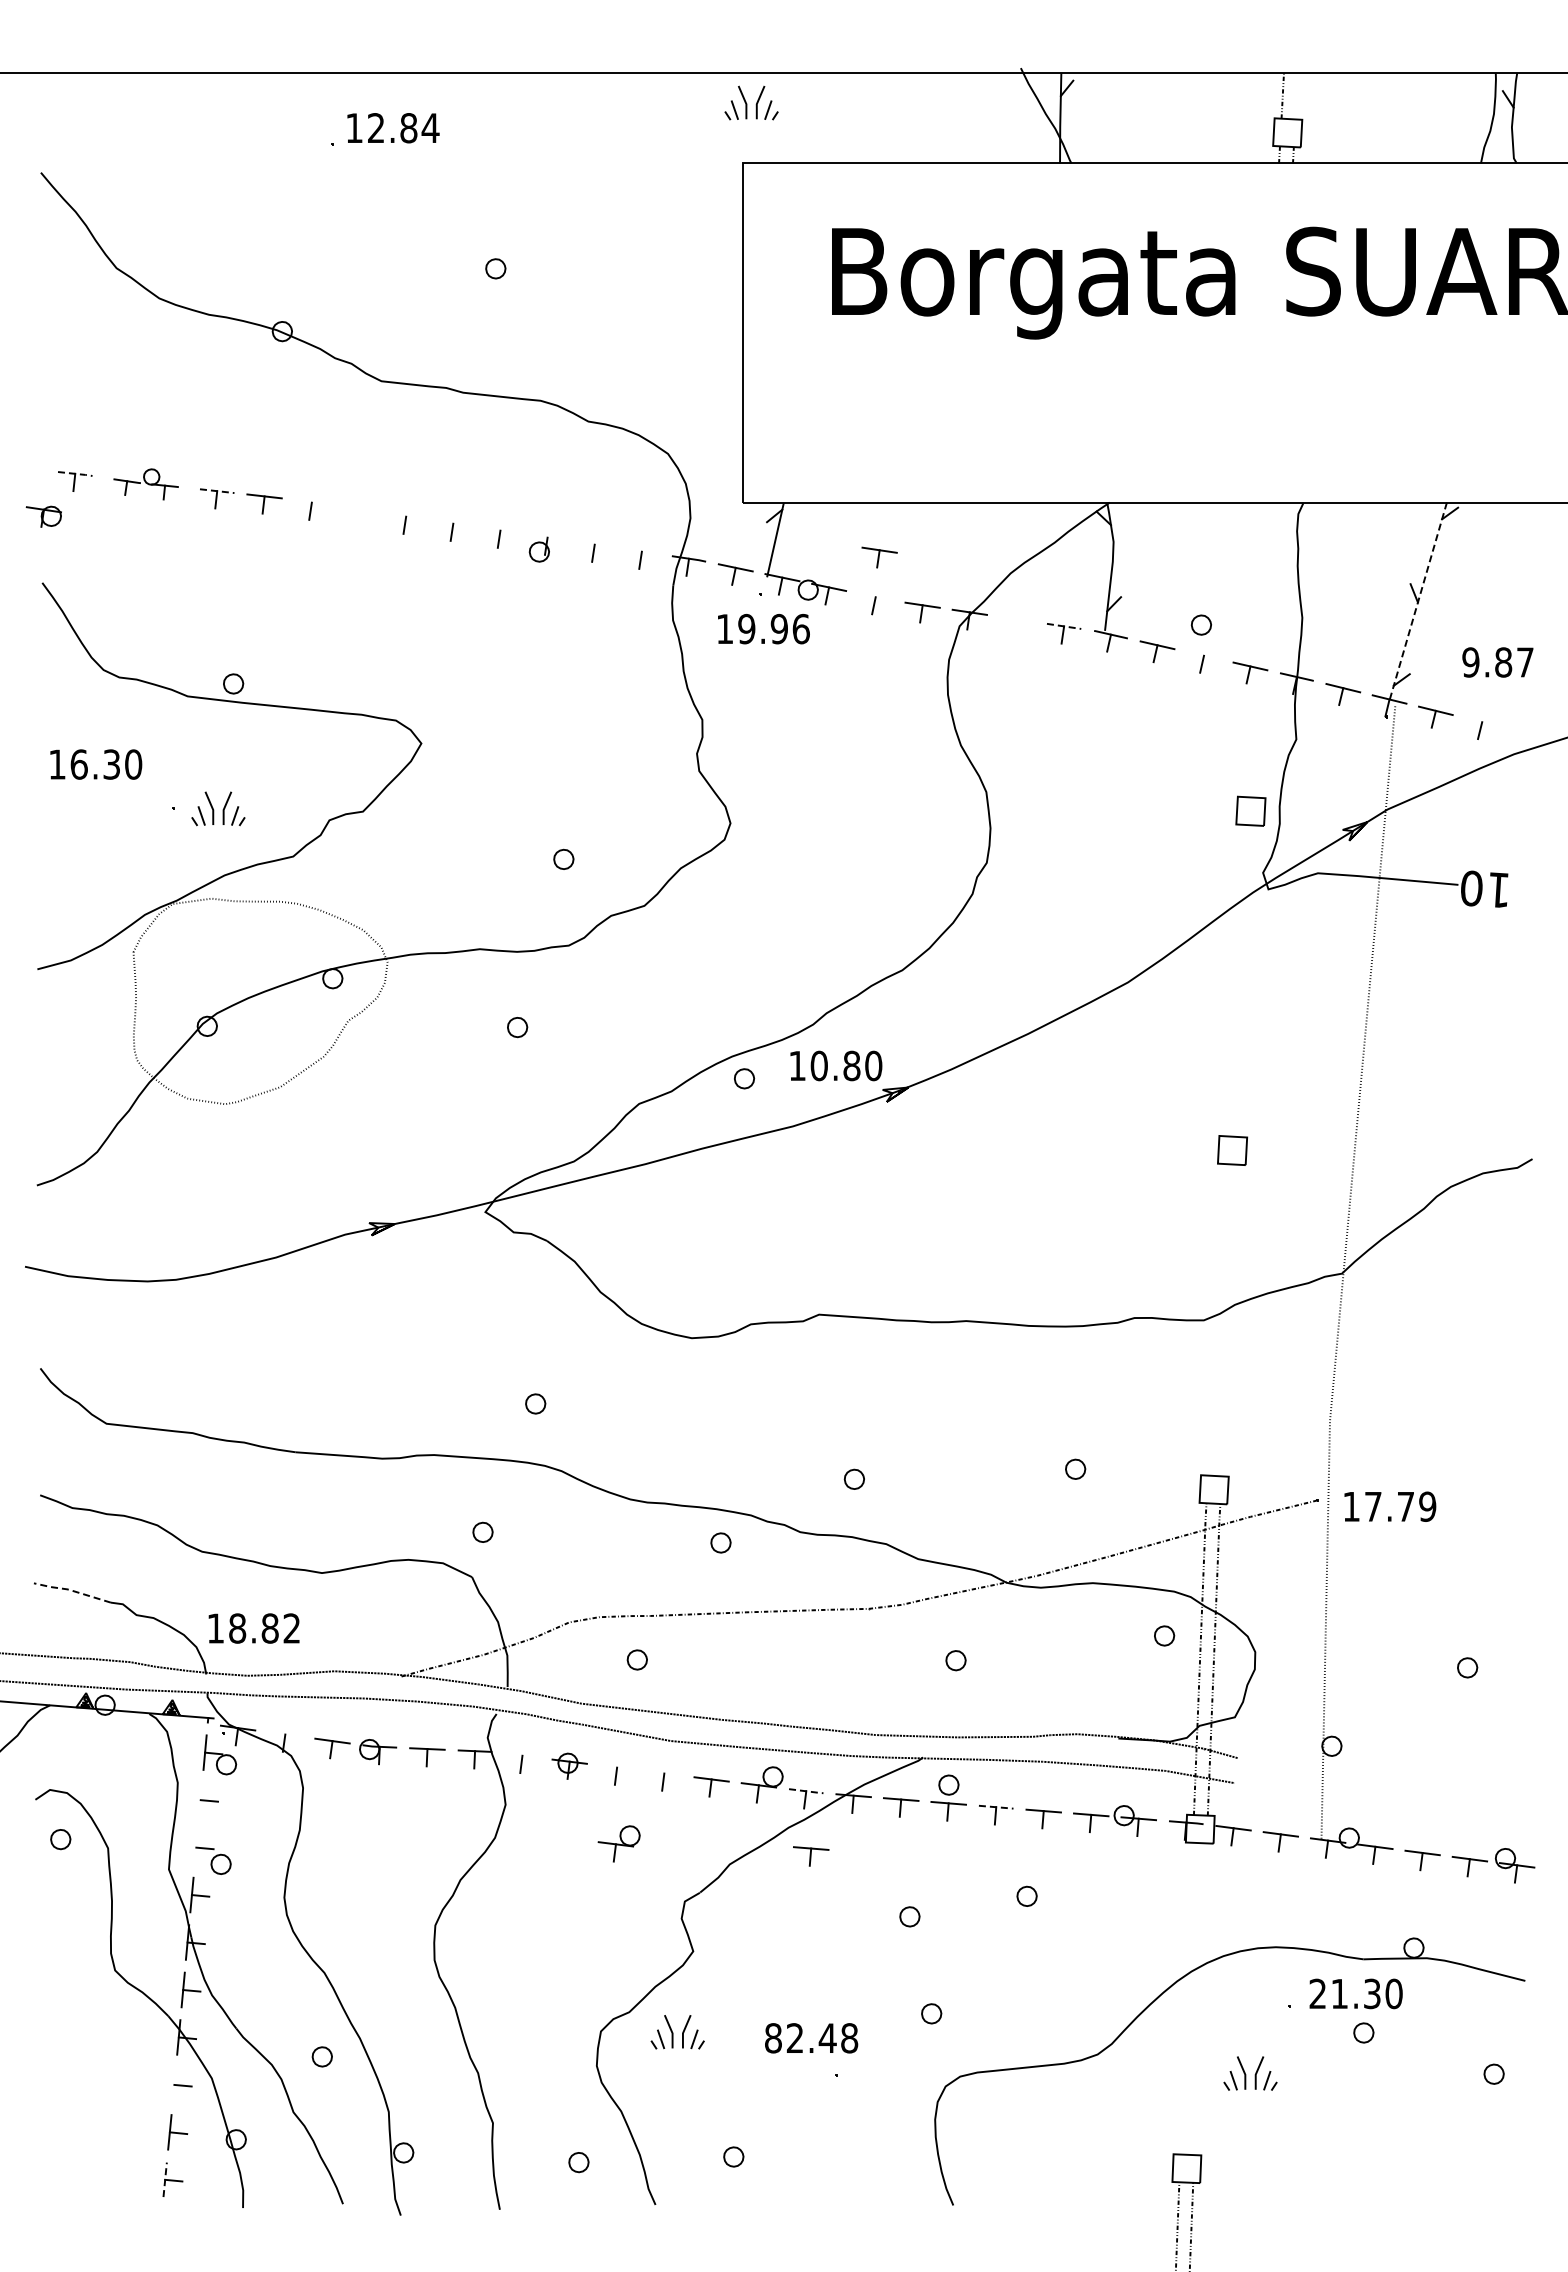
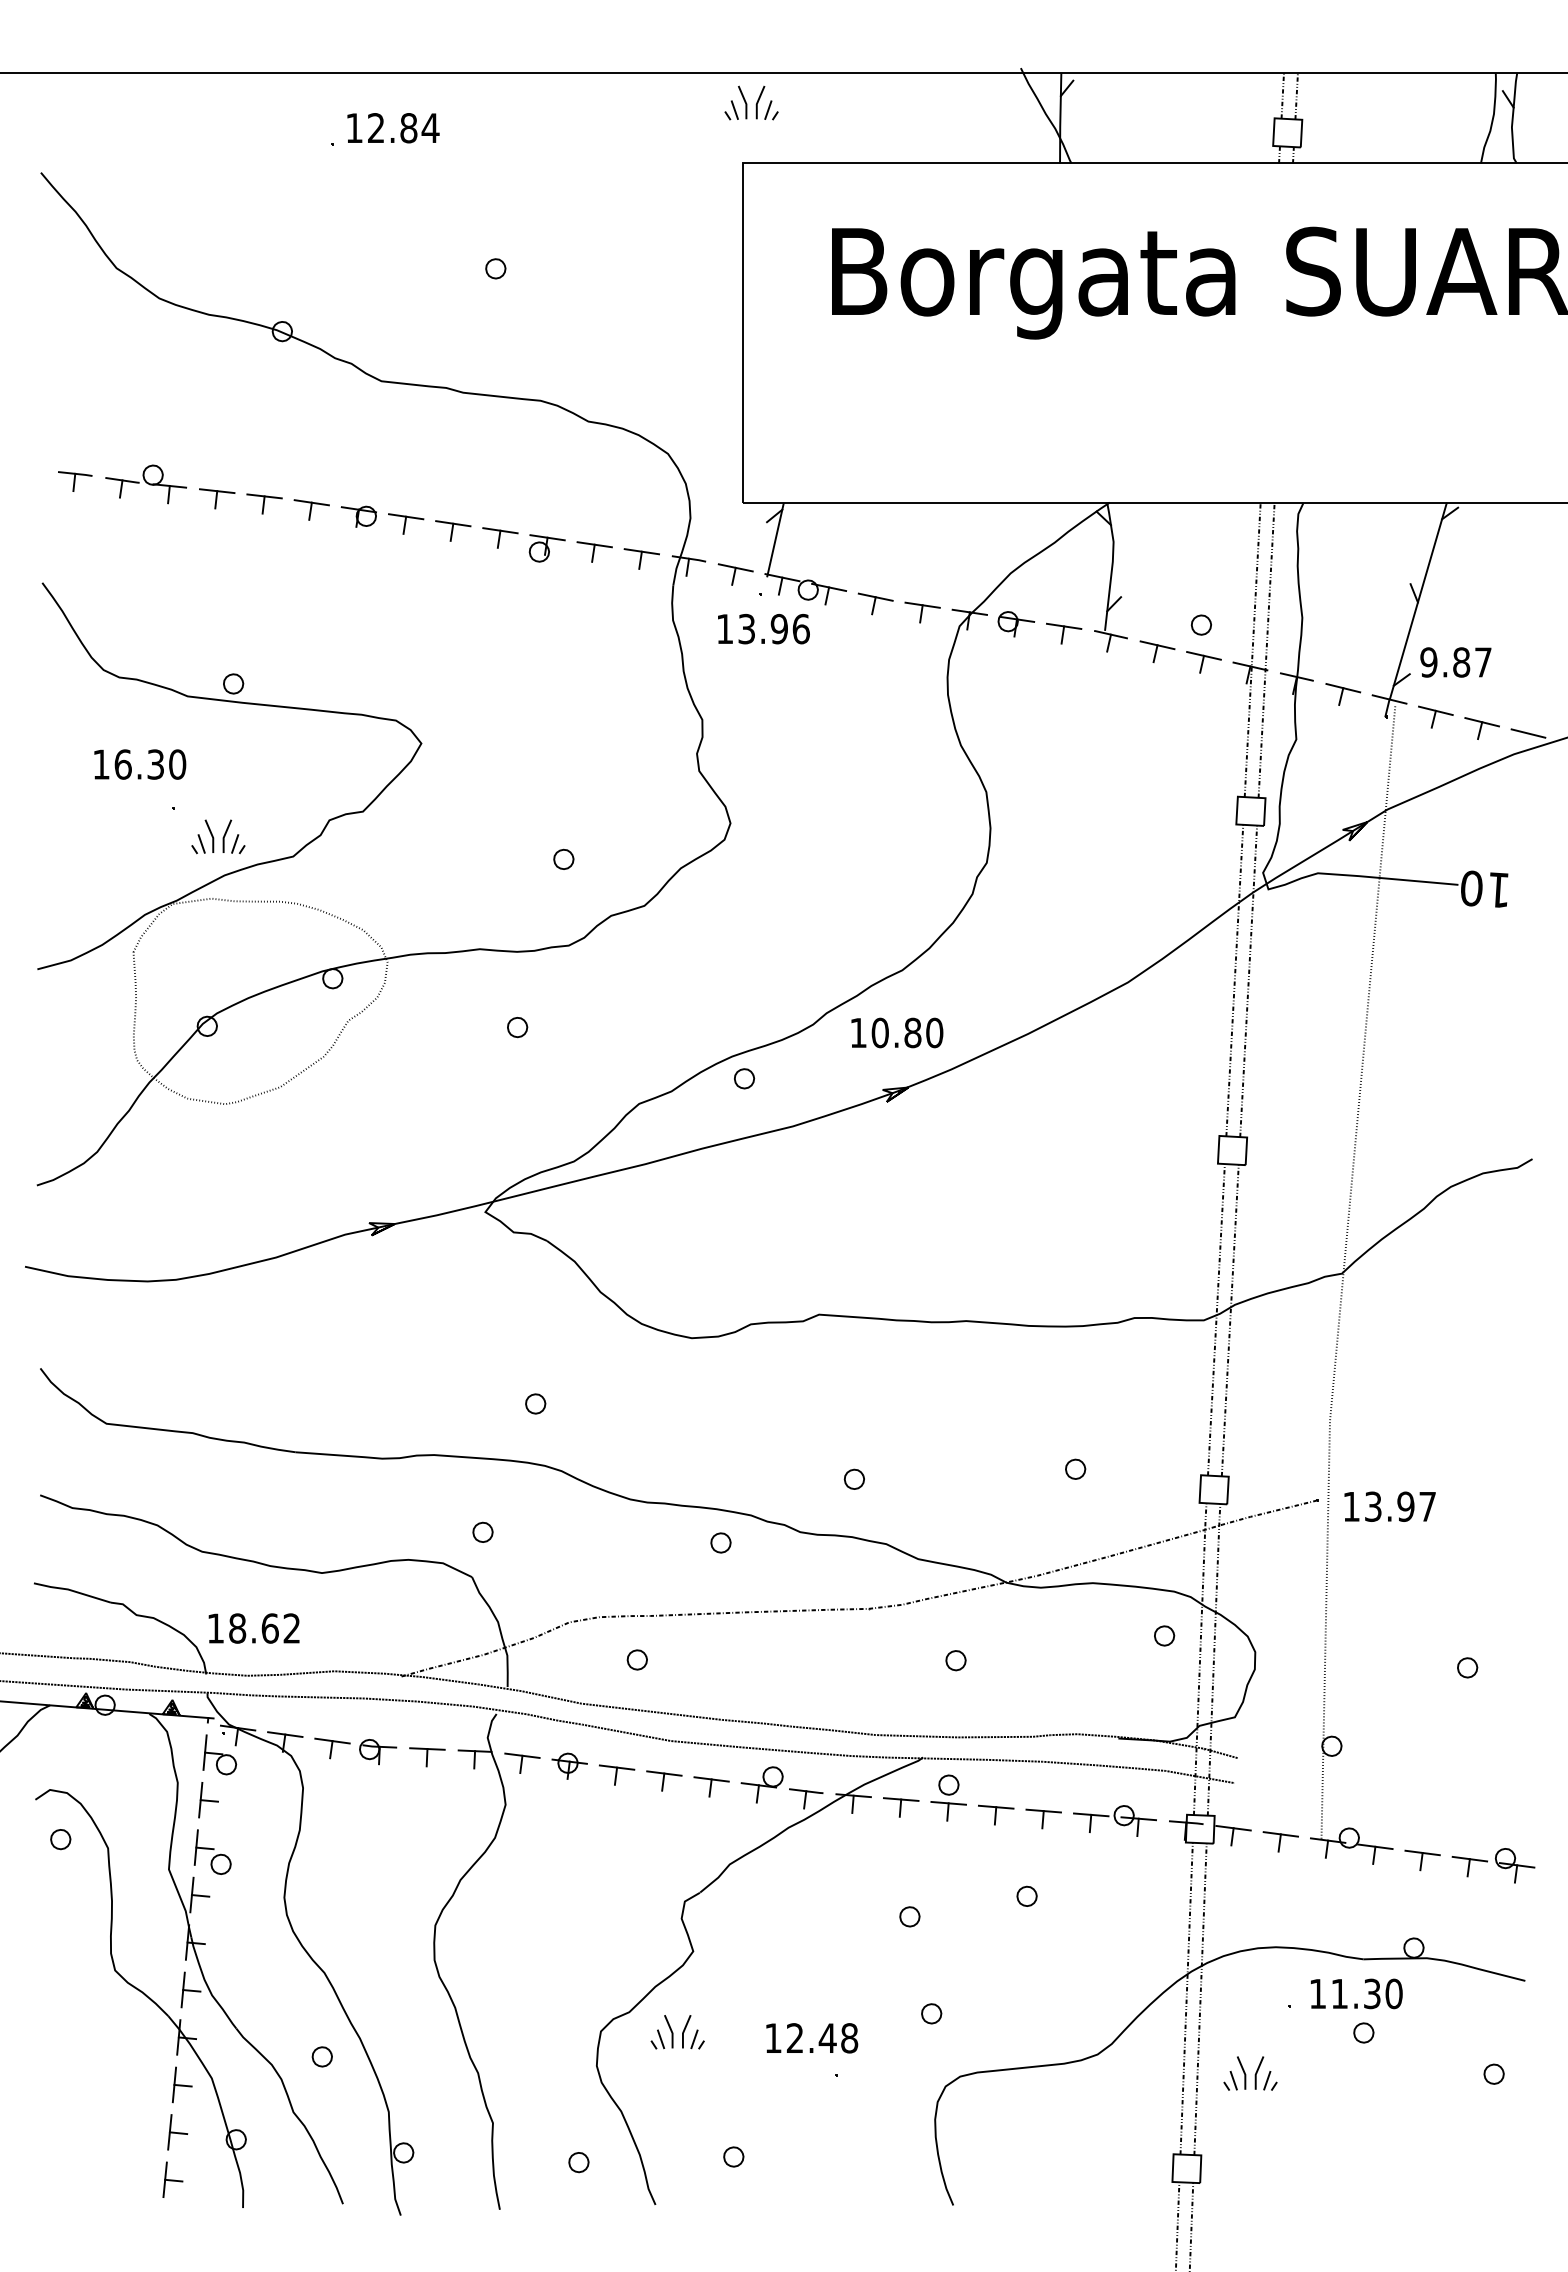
line at (1296, 96): none -> present
line at (75, 473): dashed -> solid
part at (145, 484) size: 66x33 px -> 82x41 px
line at (217, 491): dashed -> solid
line at (311, 502): none -> present
part at (43, 516) position: (43, 516) -> (358, 516)
line at (406, 516): none -> present
line at (453, 523): none -> present
line at (500, 530): none -> present
line at (547, 537): none -> present
line at (594, 544): none -> present
line at (641, 551): none -> present
part at (879, 557): present -> none
line at (875, 596): none -> present
line at (1418, 601): dashed -> solid
part at (1016, 624): none -> present
line at (1064, 626): dashed -> solid
text at (746, 629): 19.96 -> 13.96
line at (1252, 649): none -> present
line at (1266, 649): none -> present
line at (1203, 655): none -> present
text at (1497, 662) position: (1497, 662) -> (1455, 662)
line at (1482, 722): none -> present
line at (1528, 733): none -> present
text at (96, 764) position: (96, 764) -> (140, 764)
part at (218, 808) position: (218, 808) -> (218, 836)
line at (1234, 980): none -> present
line at (1248, 981): none -> present
text at (836, 1065) position: (836, 1065) -> (897, 1032)
line at (1215, 1319): none -> present
line at (1229, 1320): none -> present
text at (1400, 1506): 17.79 -> 13.97
line at (70, 1590): dashed -> solid
text at (269, 1628): 18.82 -> 18.62
line at (285, 1734): none -> present
line at (522, 1755): none -> present
line at (616, 1767): none -> present
line at (664, 1773): none -> present
line at (807, 1791): dashed -> solid
line at (200, 1799): none -> present
line at (996, 1807): dashed -> solid
part at (618, 1843): present -> none
line at (195, 1847): none -> present
part at (811, 1856): present -> none
text at (1317, 1993): 21.30 -> 11.30
line at (1186, 1998): none -> present
line at (1200, 1999): none -> present
text at (773, 2038): 82.48 -> 12.48
line at (174, 2084): none -> present
line at (165, 2179): dashed -> solid
